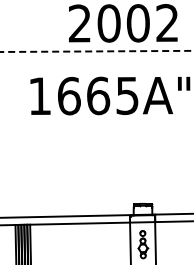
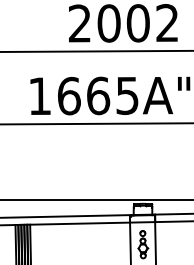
line at (97, 51): dashed -> solid
line at (96, 123): none -> present
line at (96, 199): none -> present
